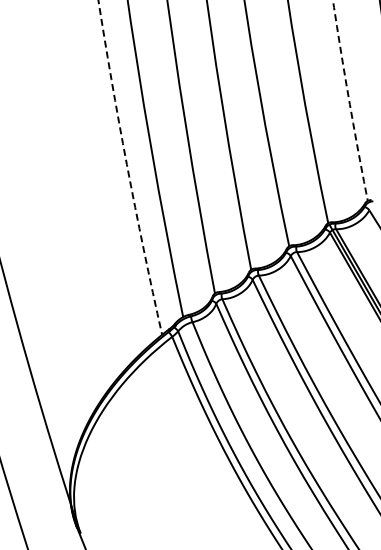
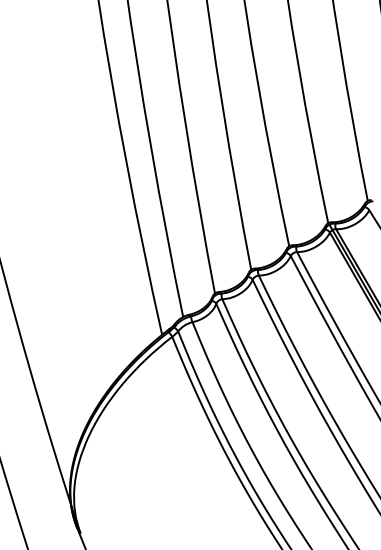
arc at (349, 100): dashed -> solid
arc at (127, 167): dashed -> solid
